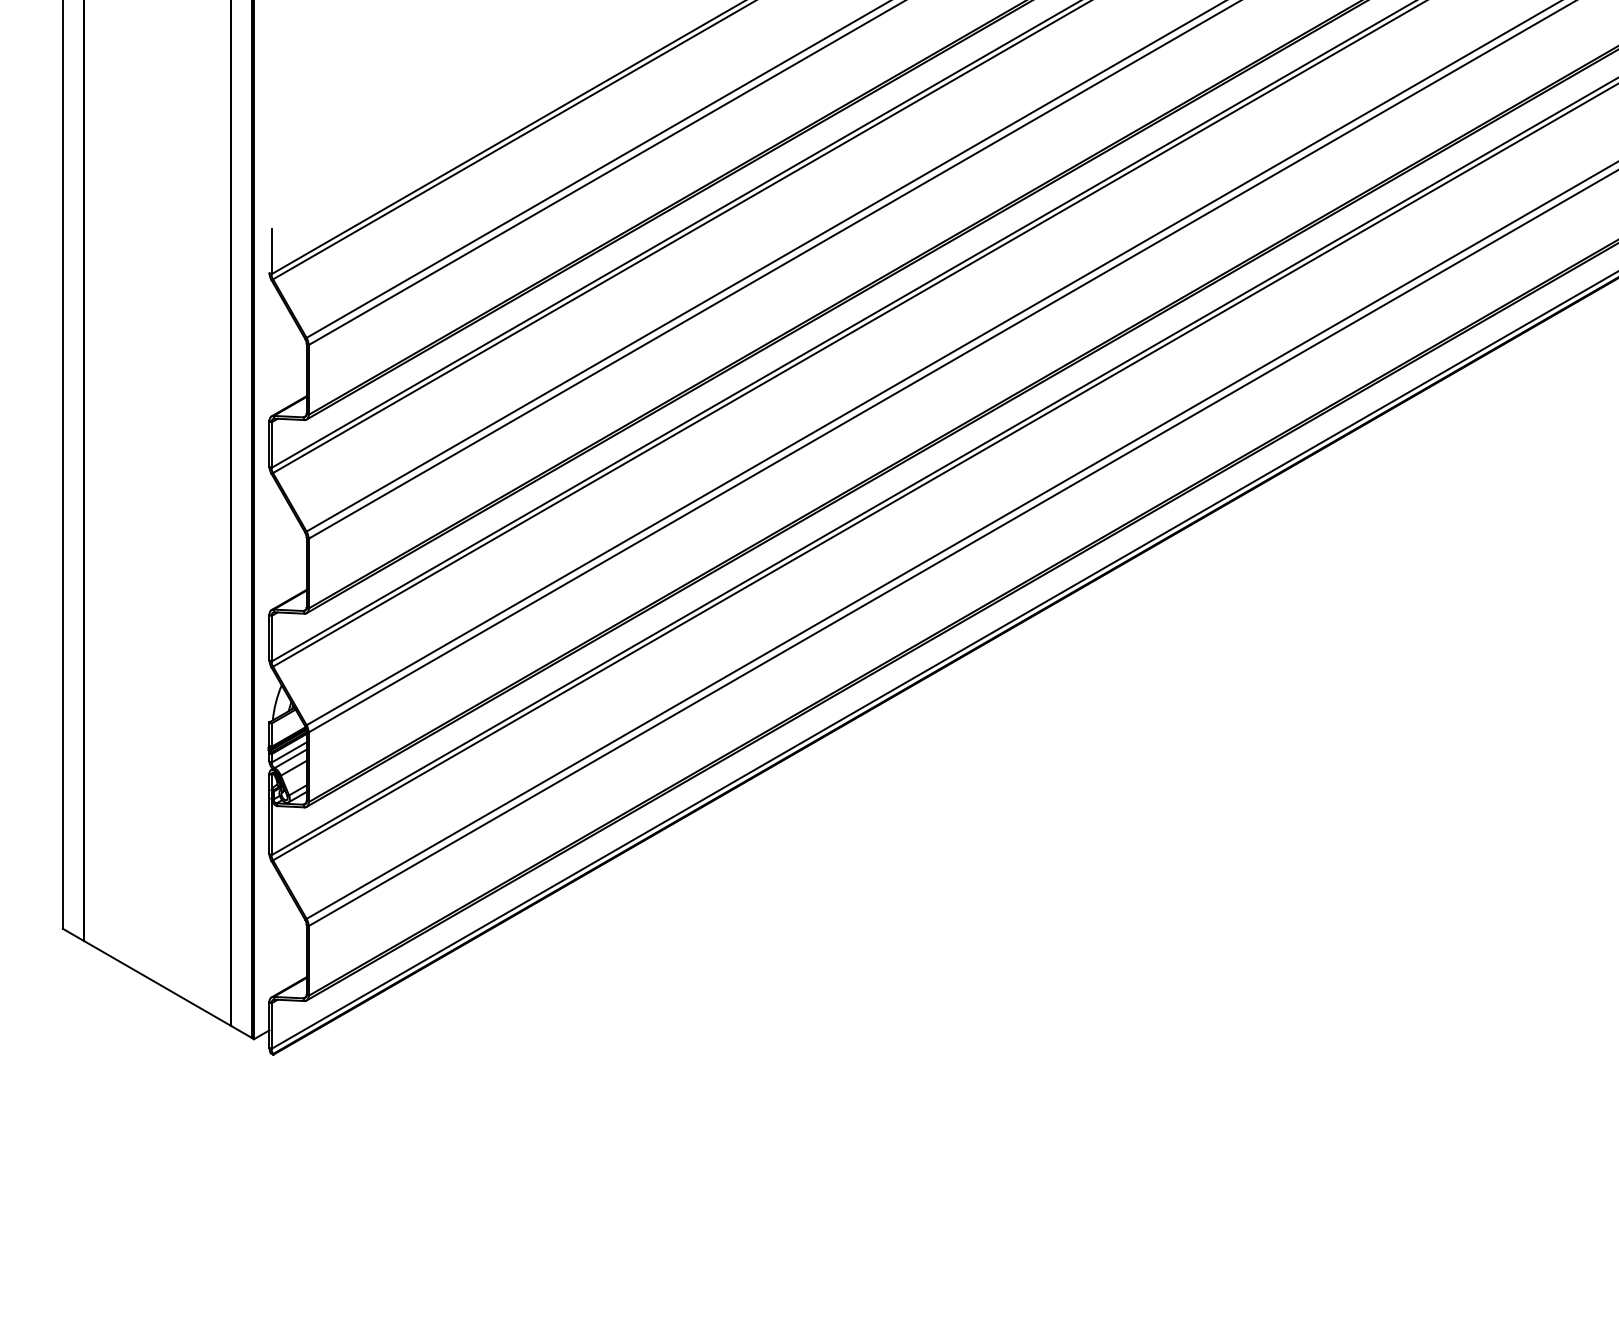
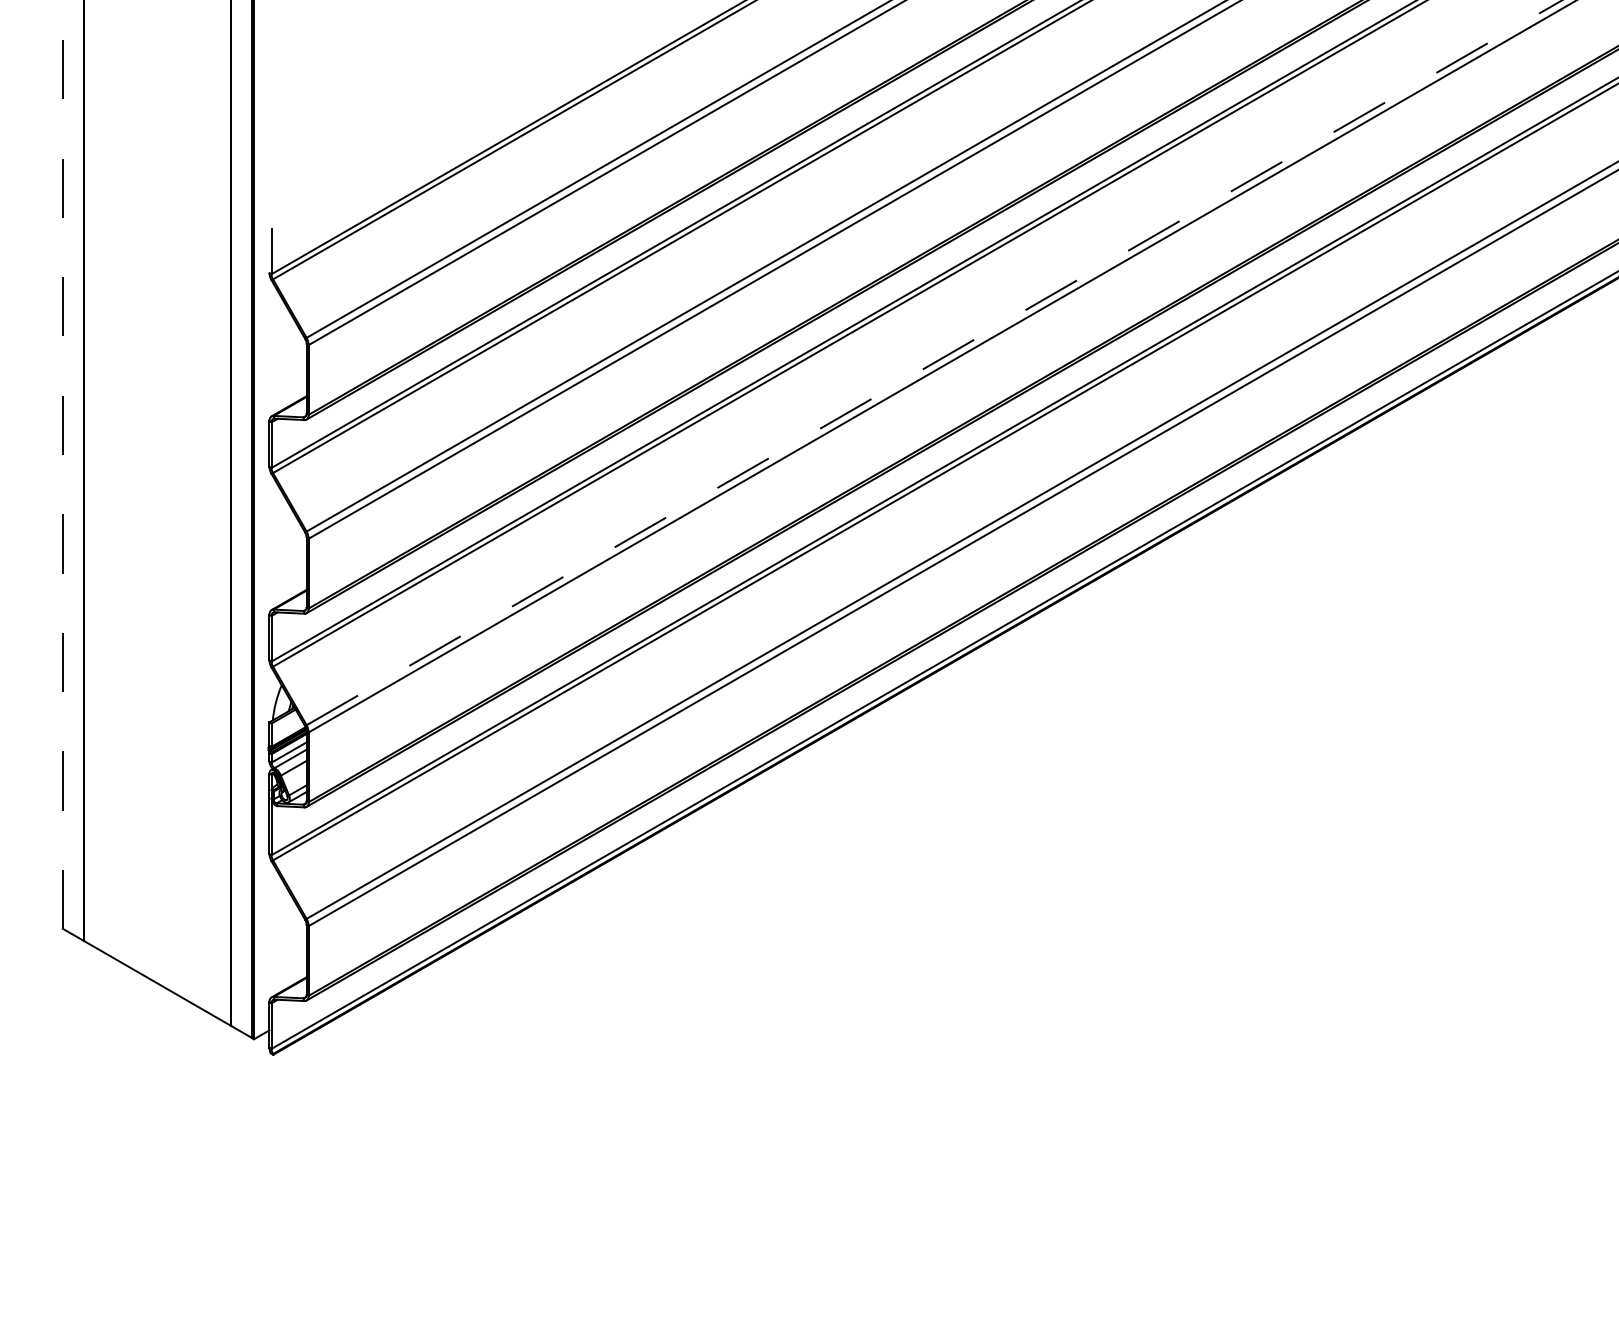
line at (934, 362): solid -> dashed
line at (62, 464): solid -> dashed
